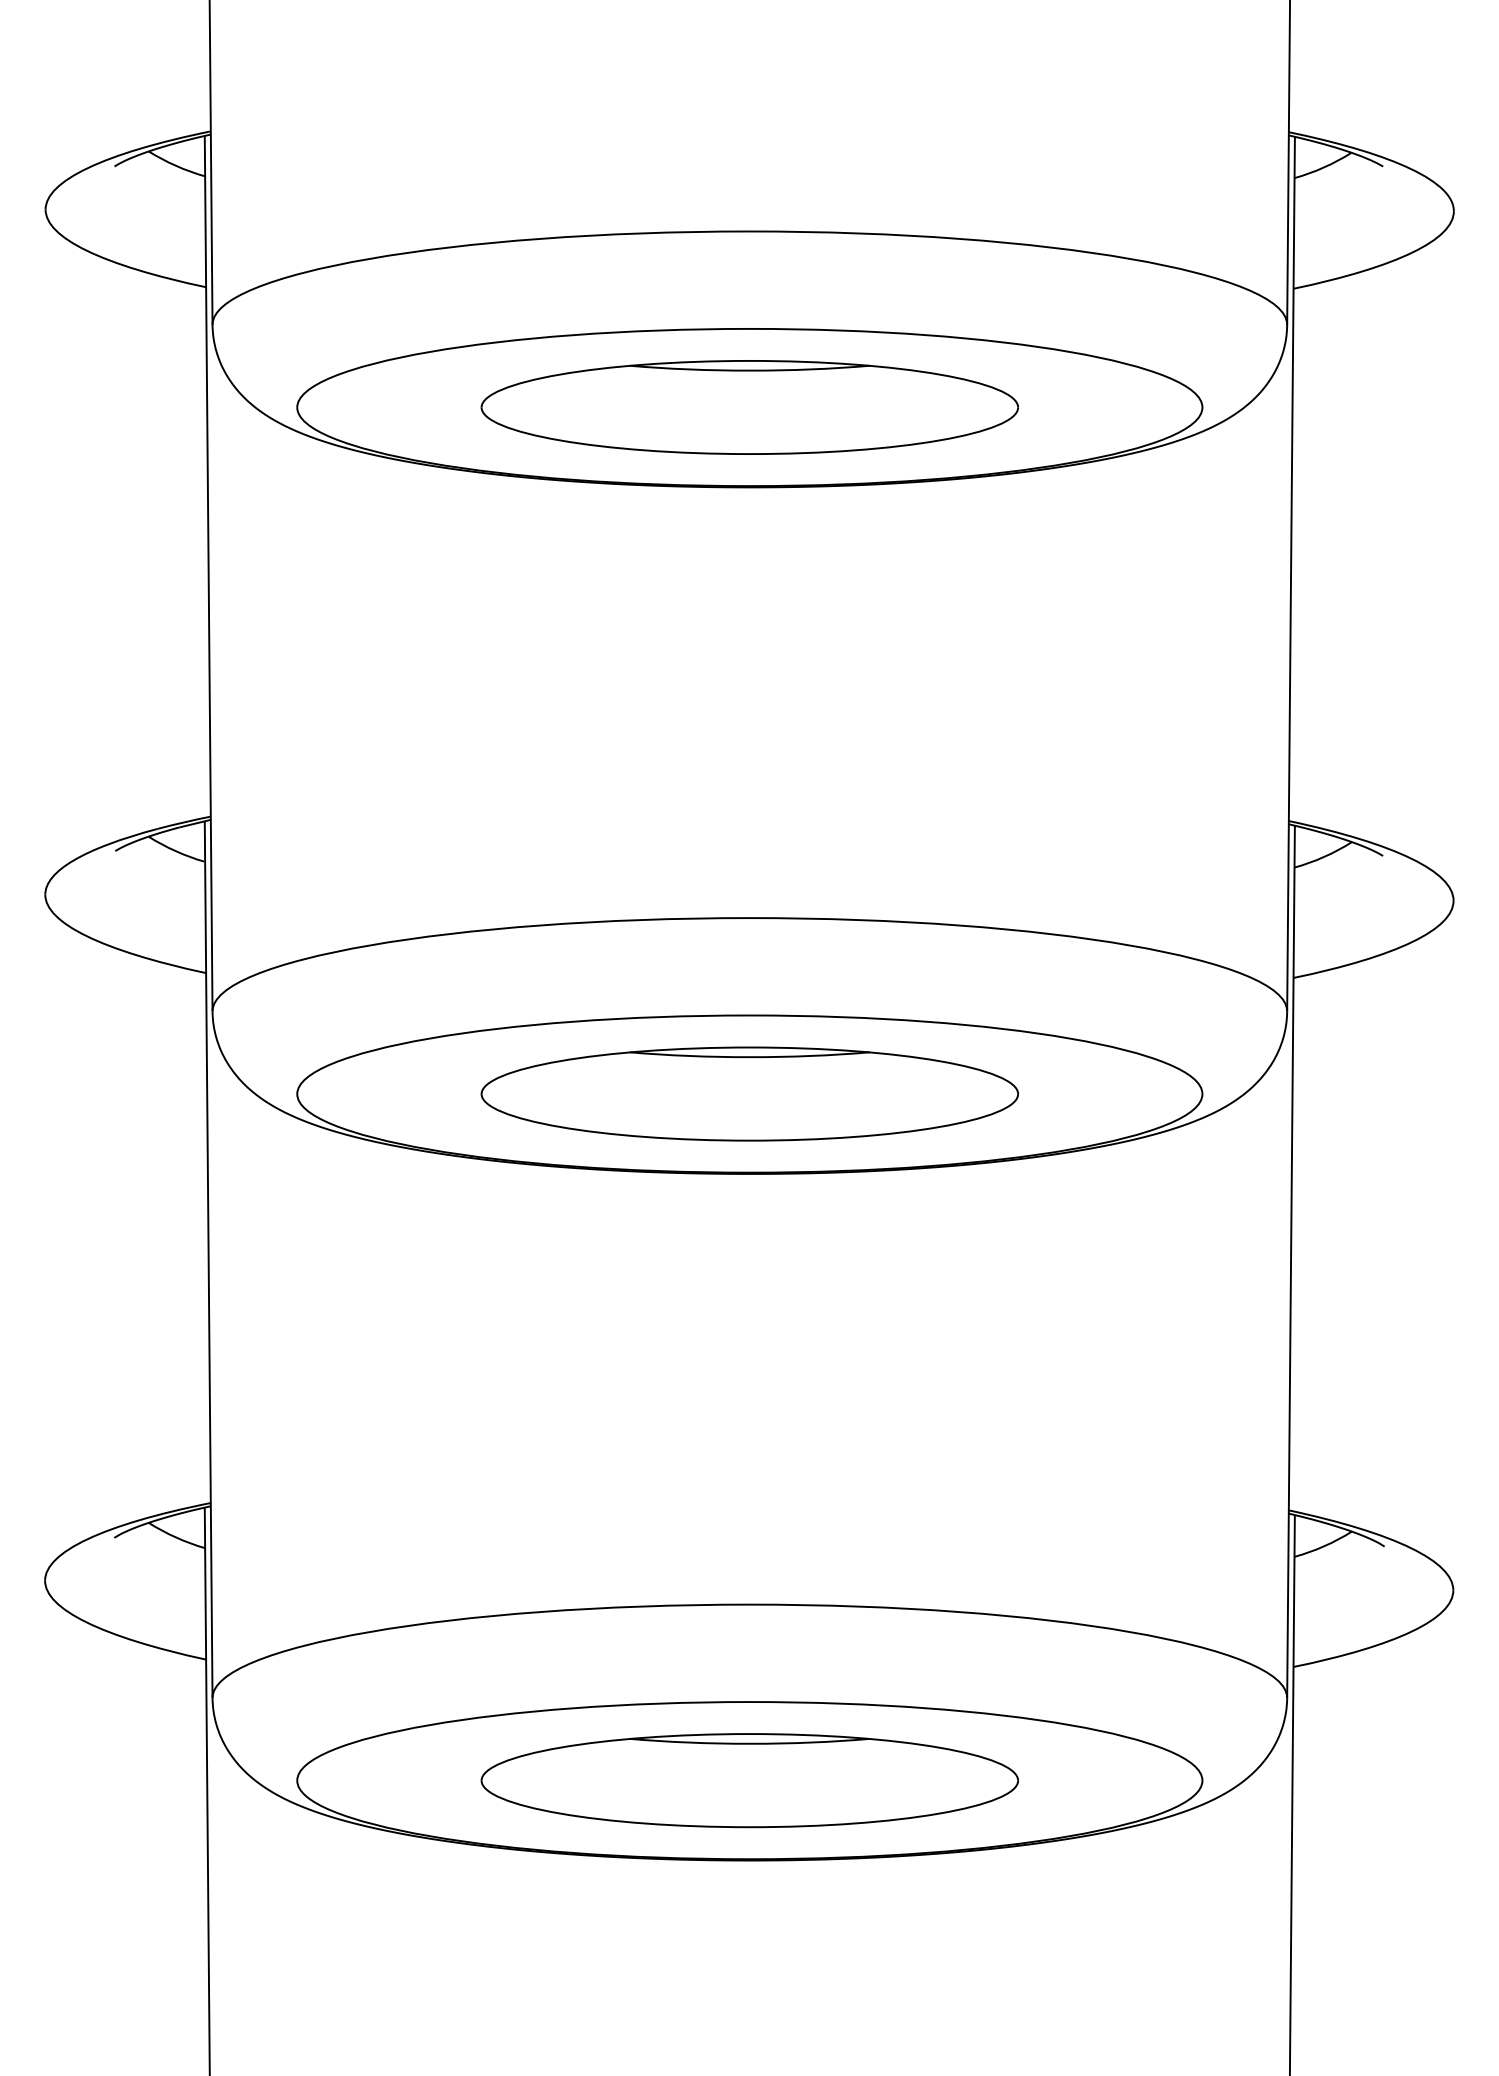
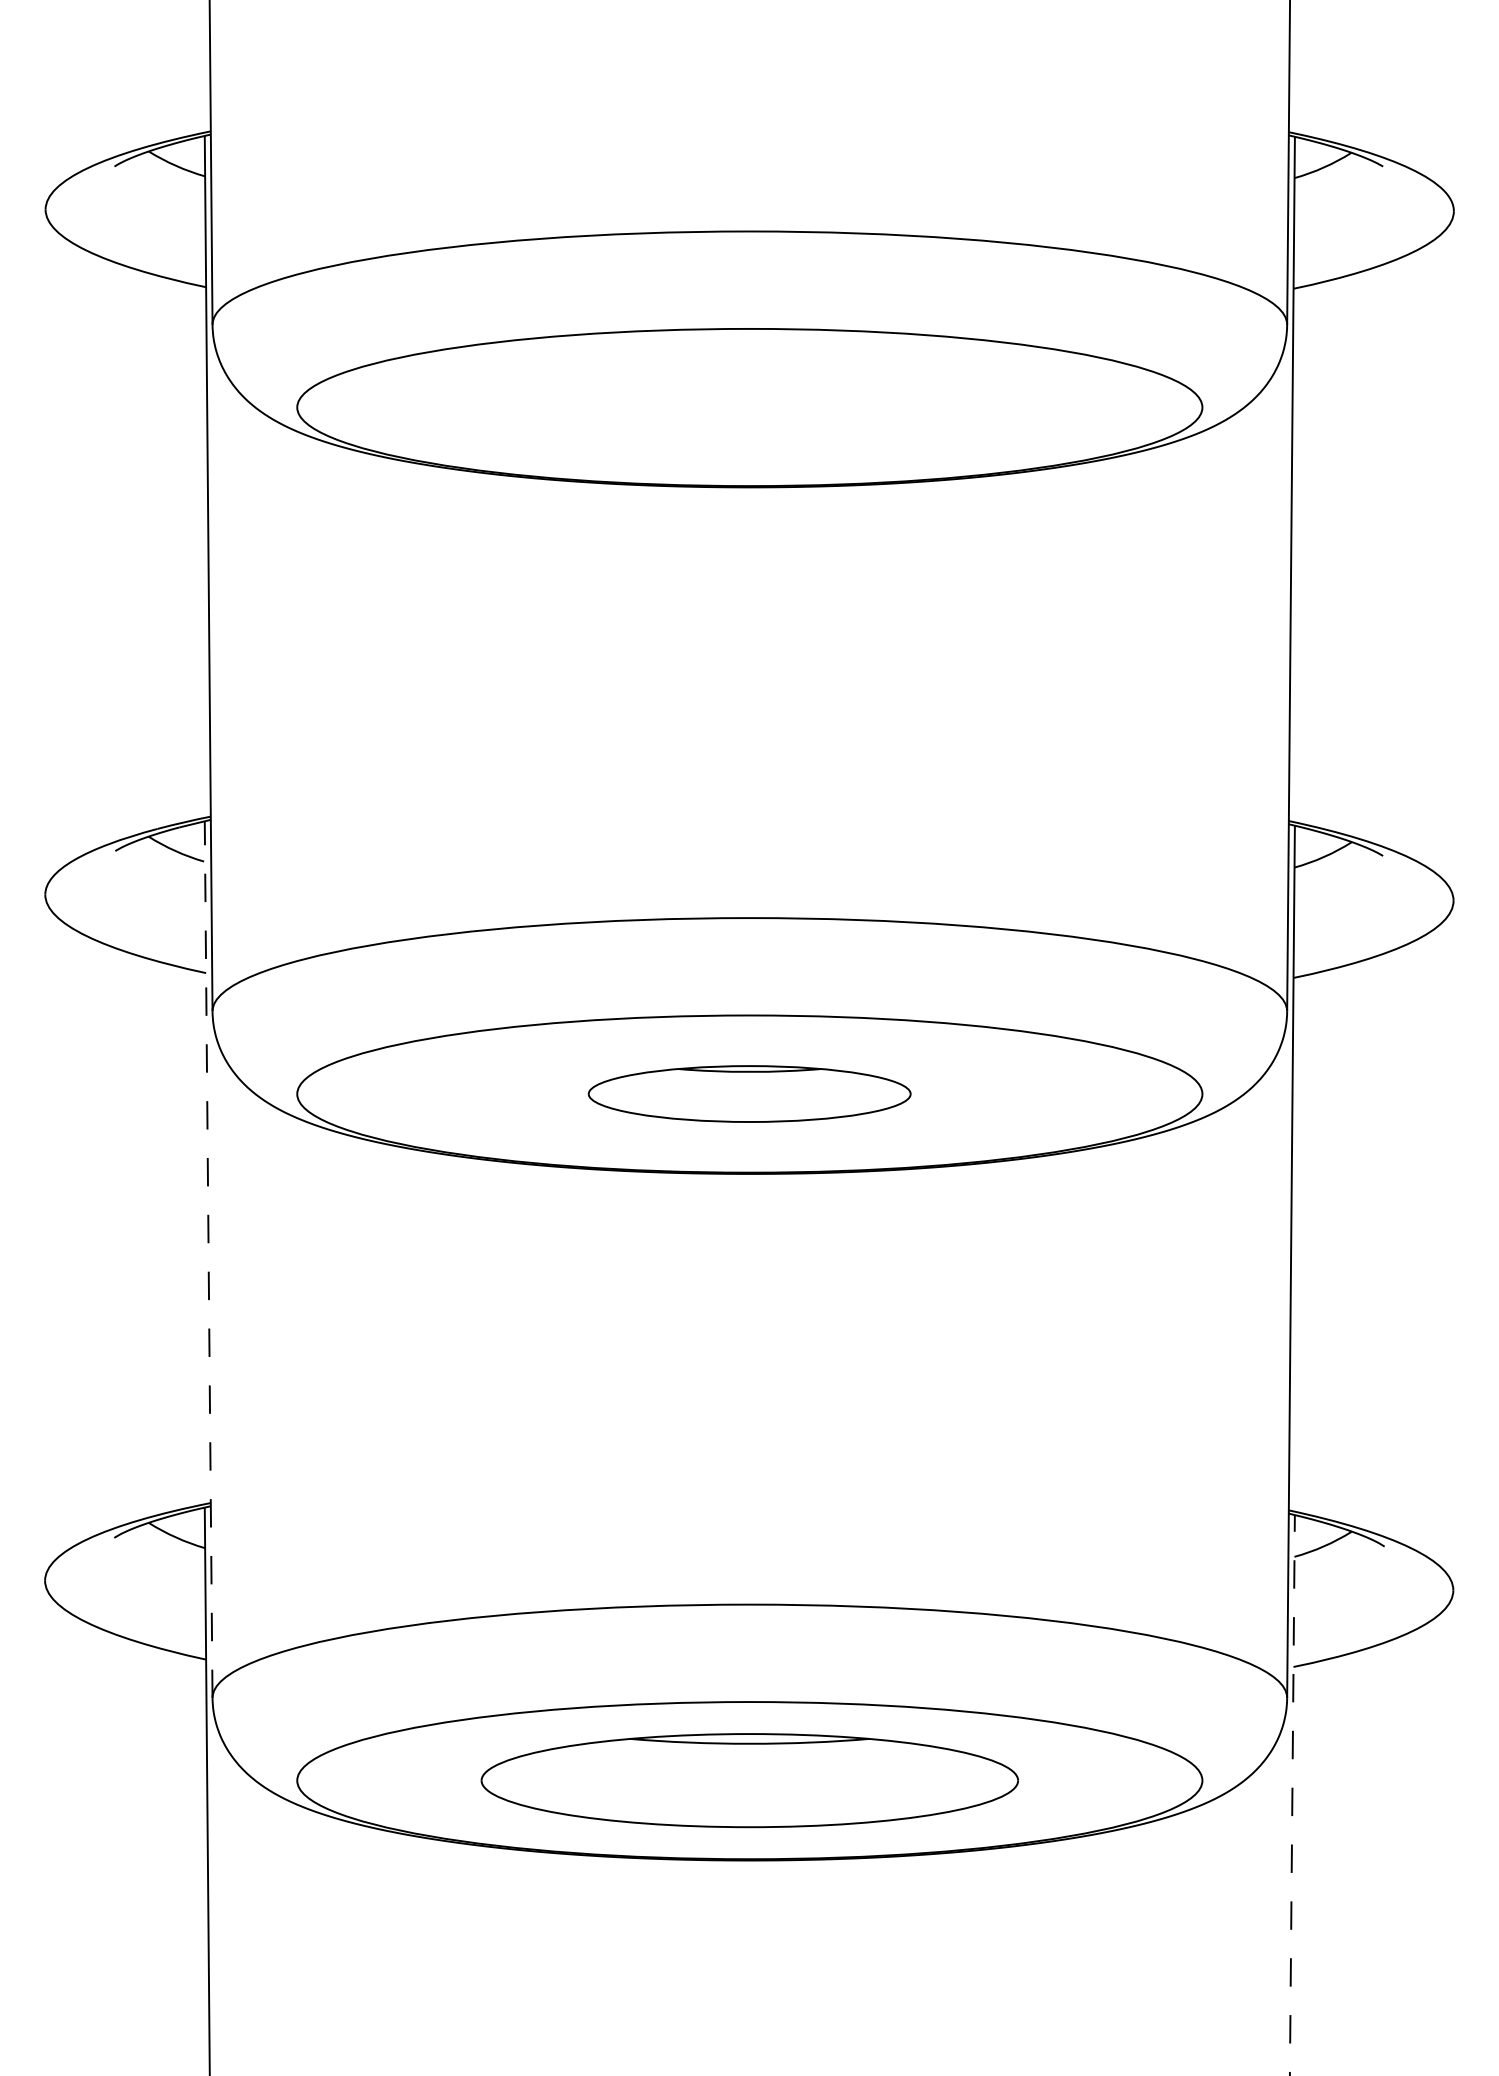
part at (749, 407): present -> none
part at (749, 1093) size: 539x96 px -> 325x58 px
line at (208, 1259): solid -> dashed
line at (1292, 1794): solid -> dashed
